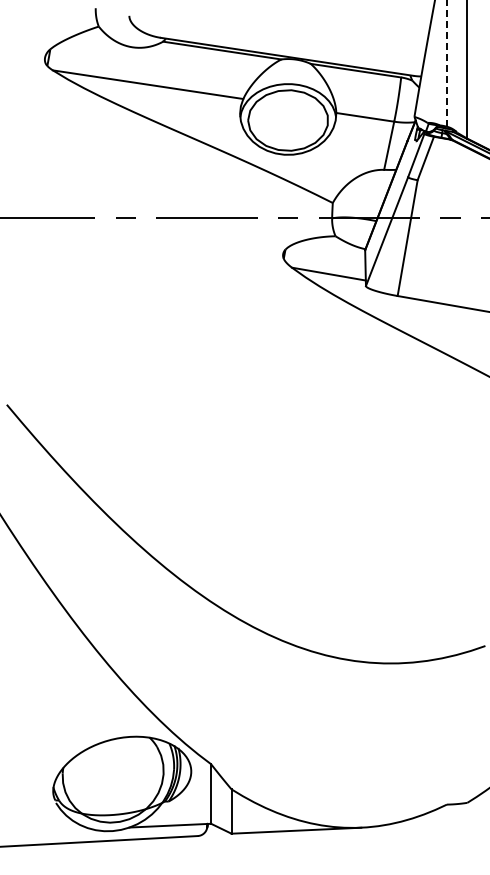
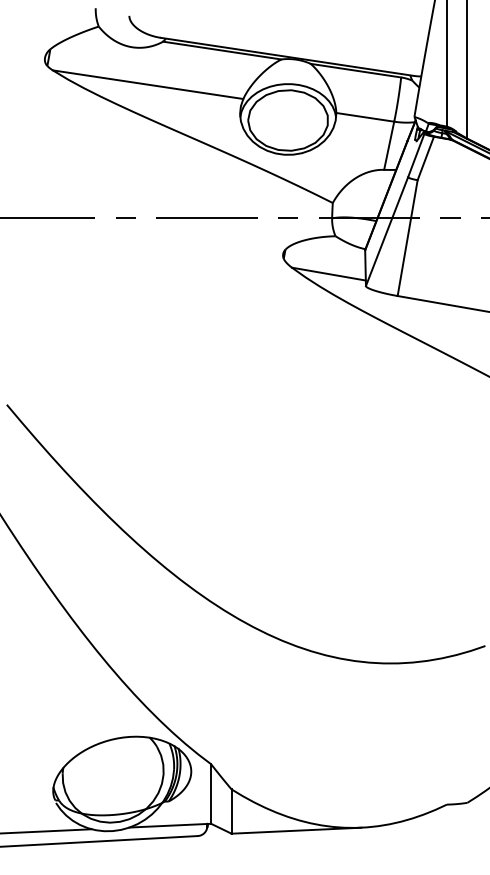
line at (446, 62): dashed -> solid
line at (46, 831): none -> present
